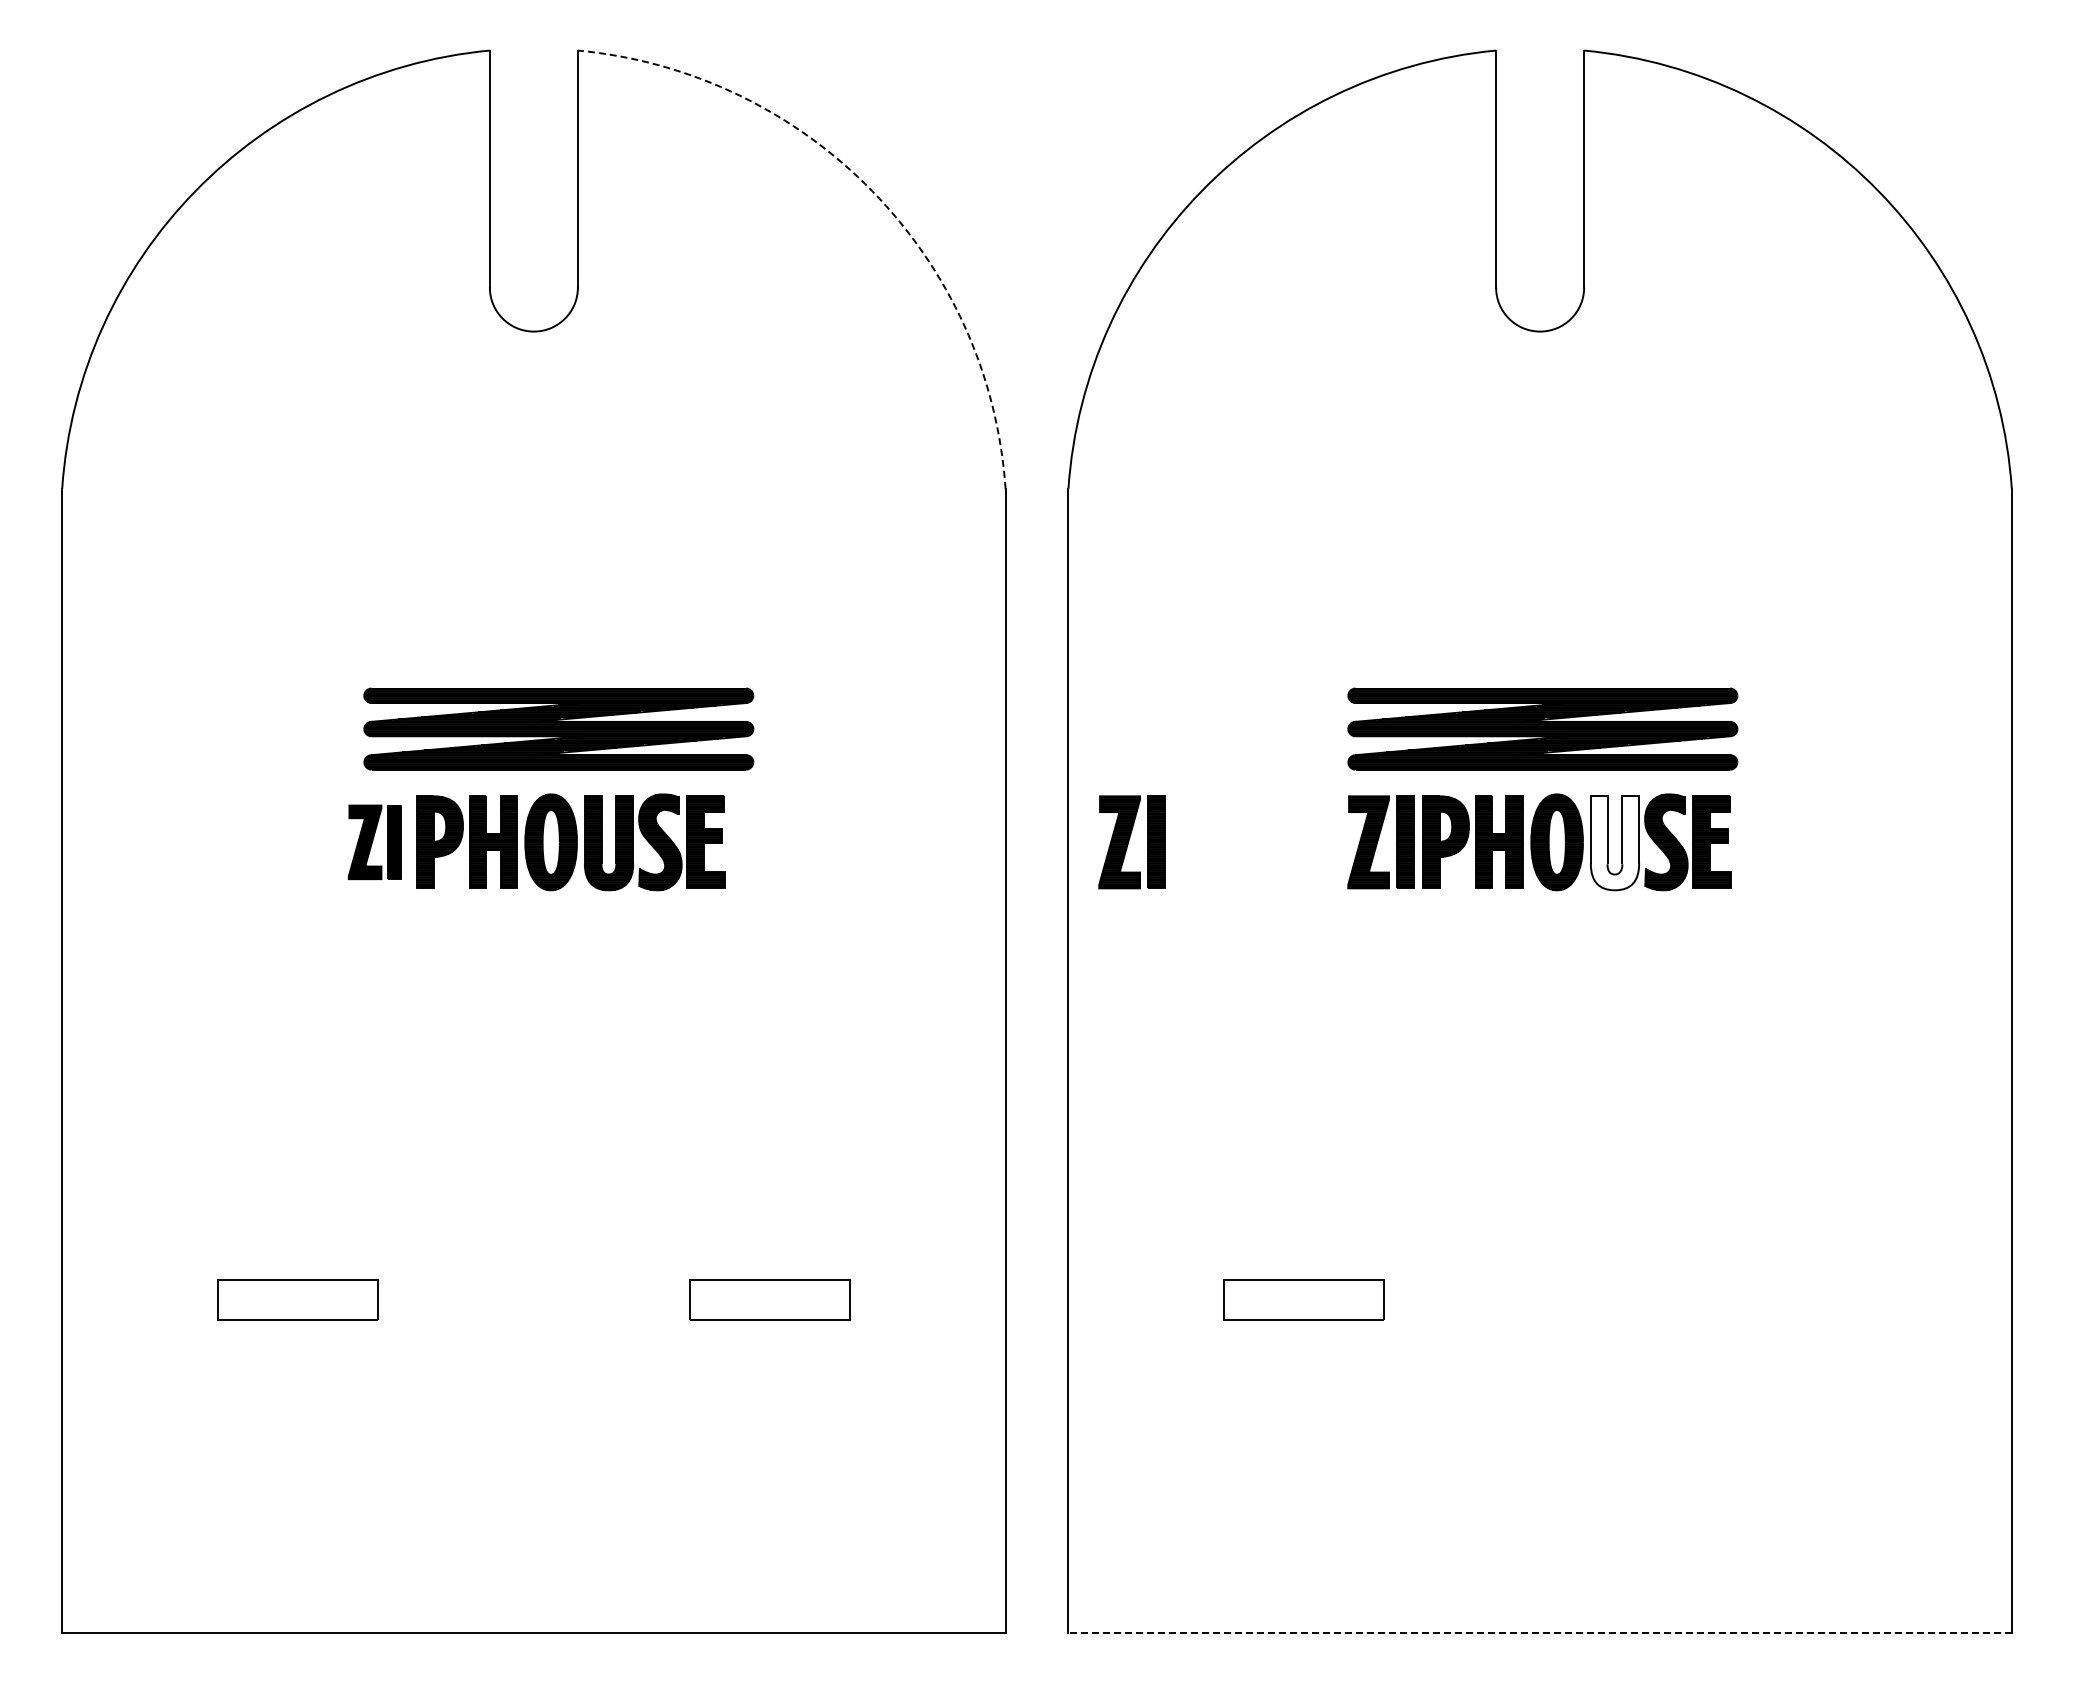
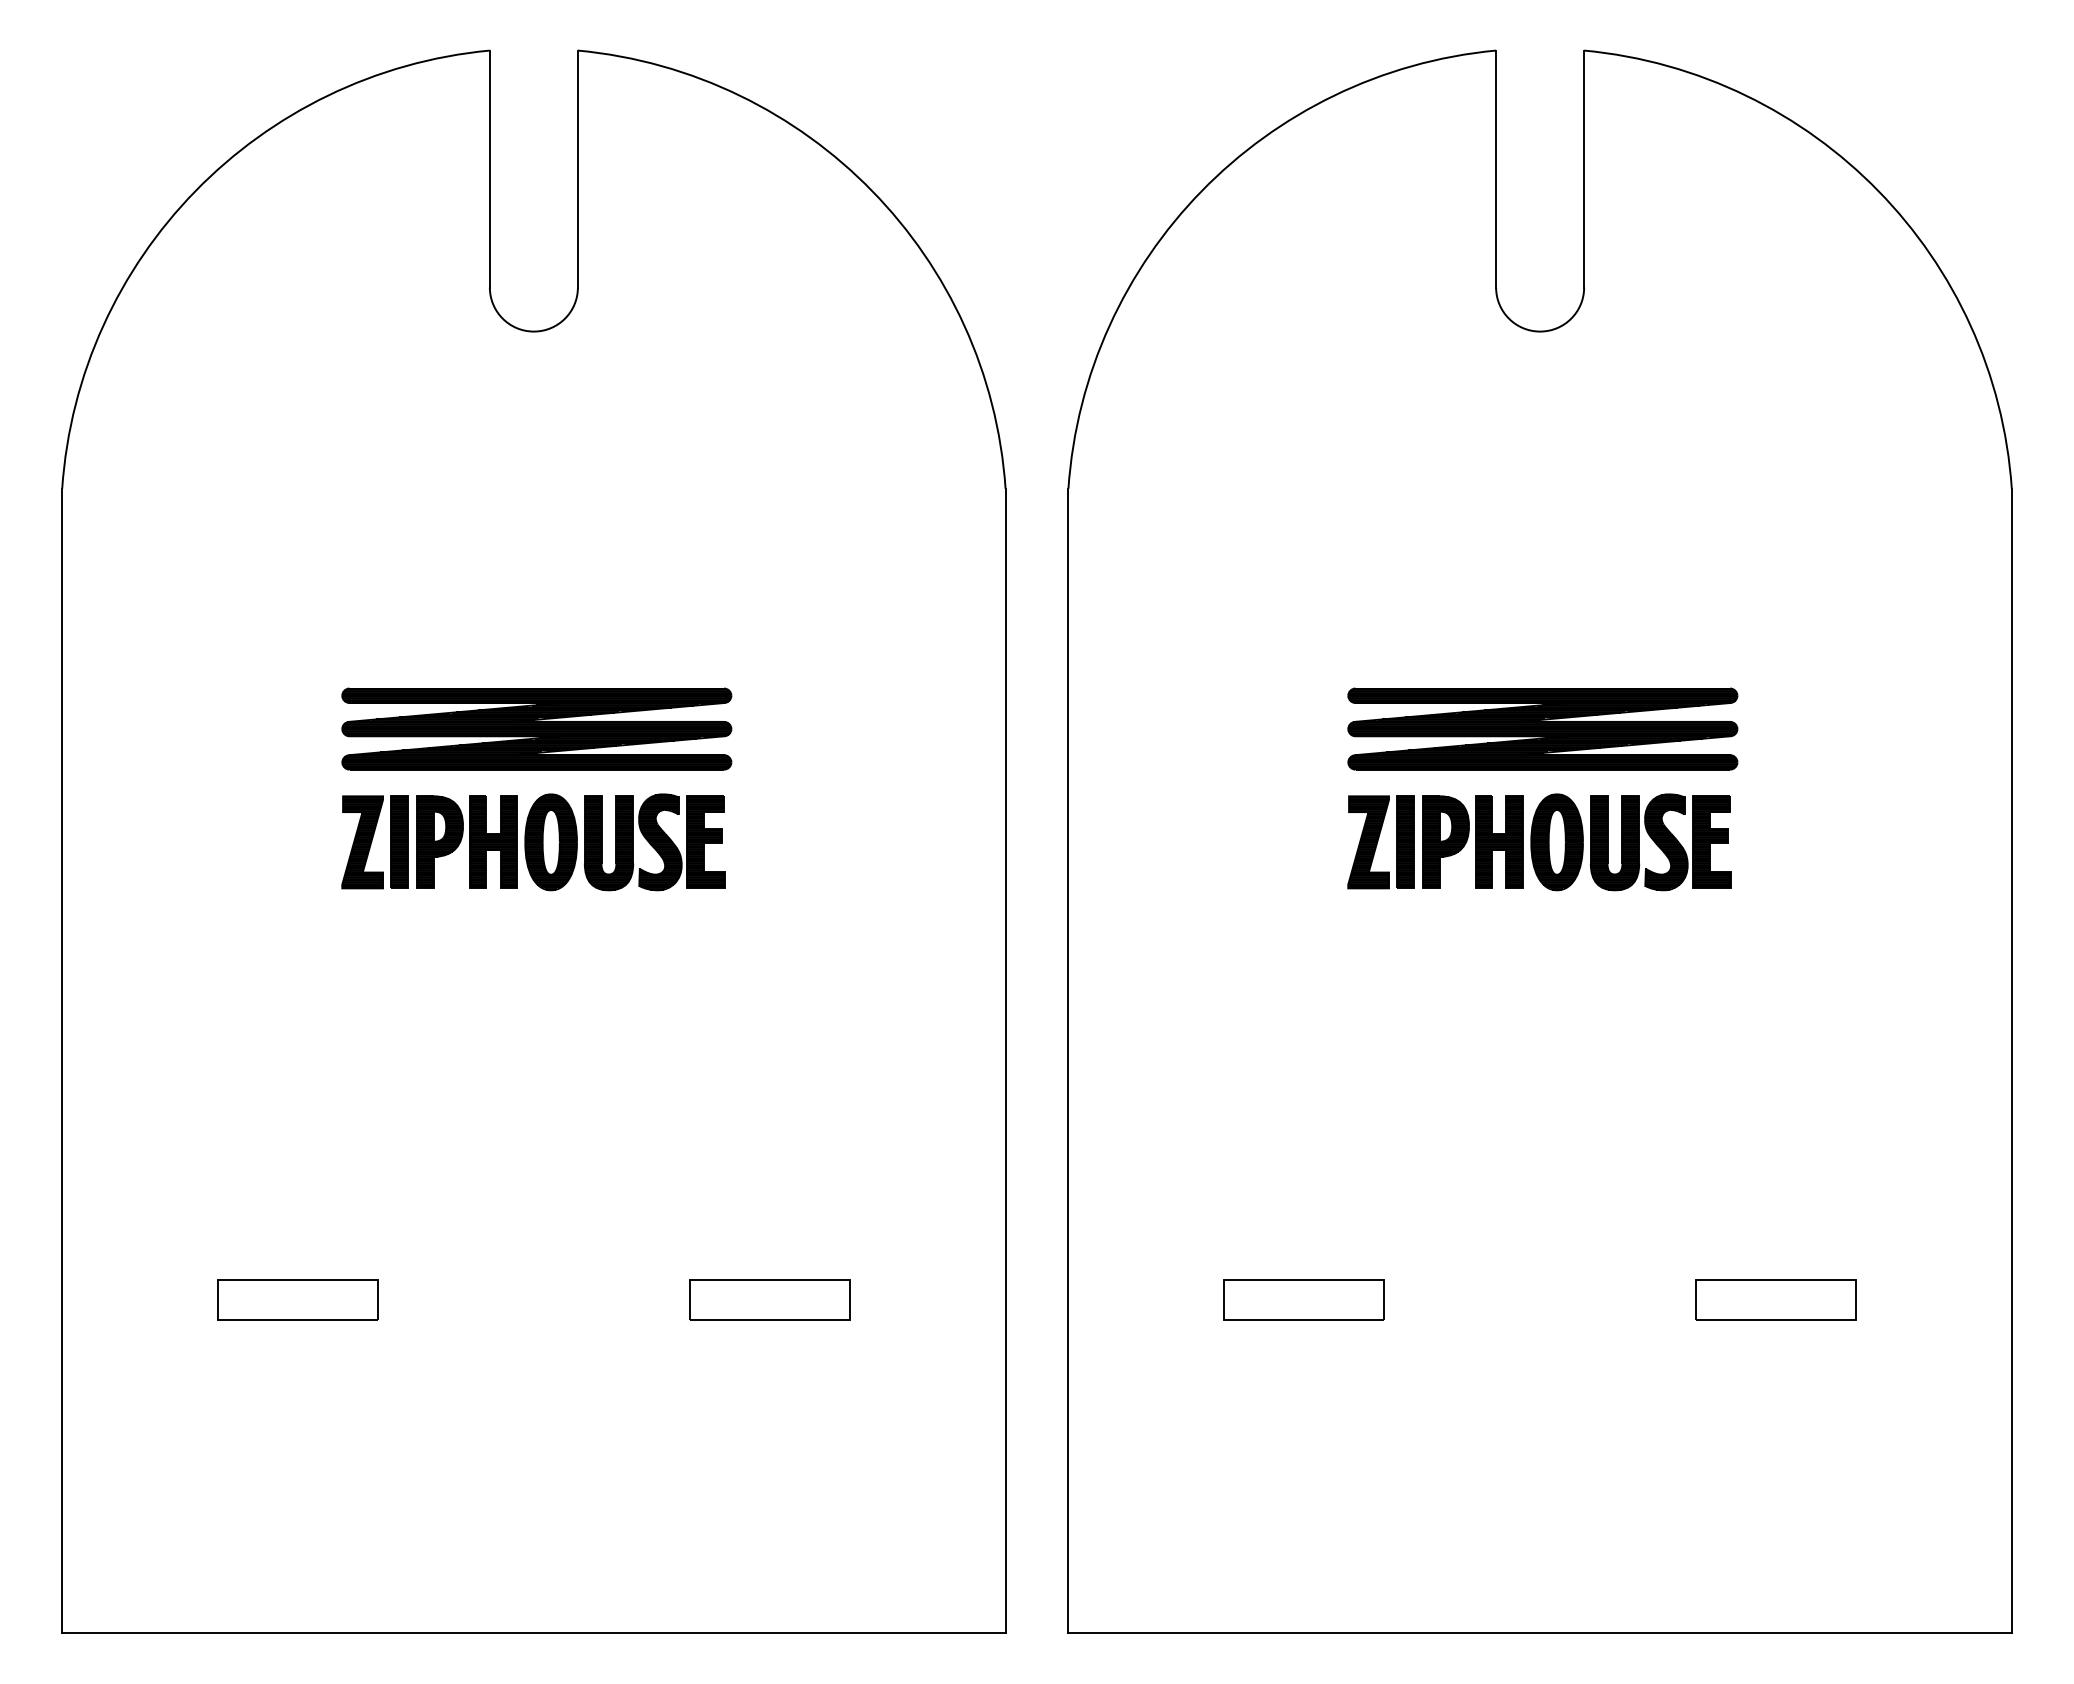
arc at (872, 191): dashed -> solid
part at (558, 728) position: (558, 728) -> (536, 728)
part at (374, 842) size: 55x77 px -> 68x95 px
part at (1131, 842): present -> none
hatch at (1614, 843): none -> present
part at (1775, 1299): none -> present
line at (1540, 1633): dashed -> solid
